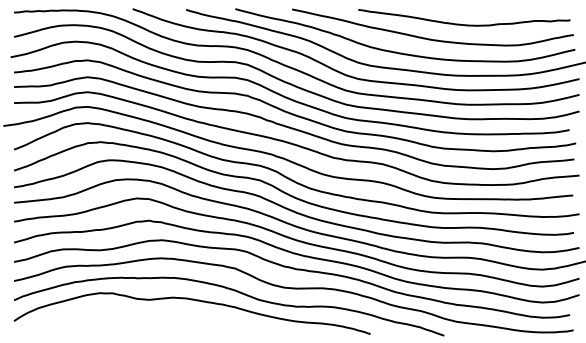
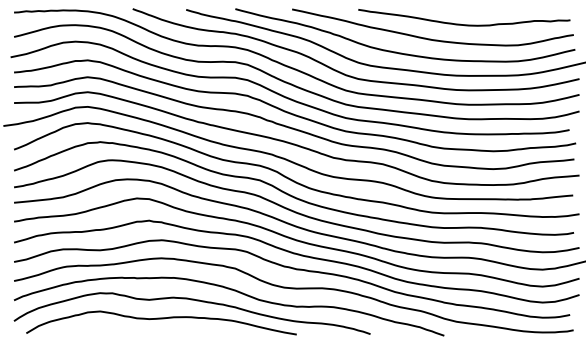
curve at (161, 319): none -> present
